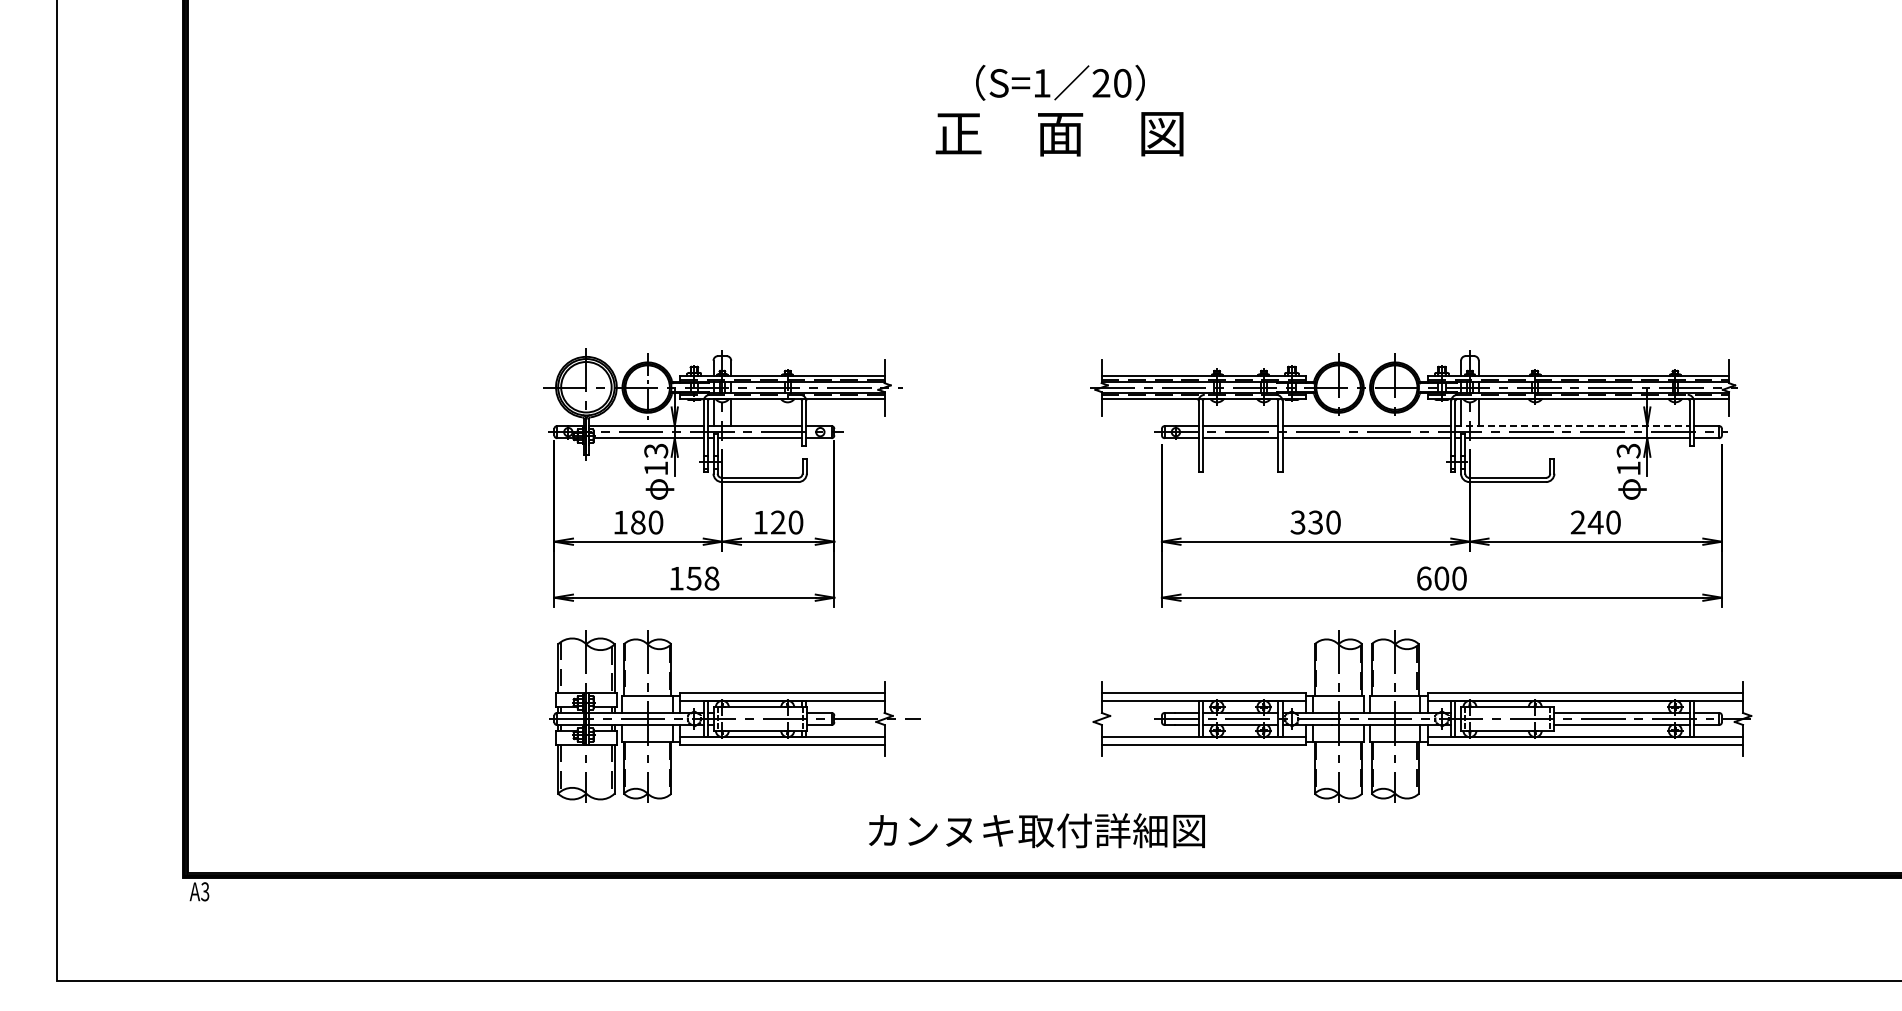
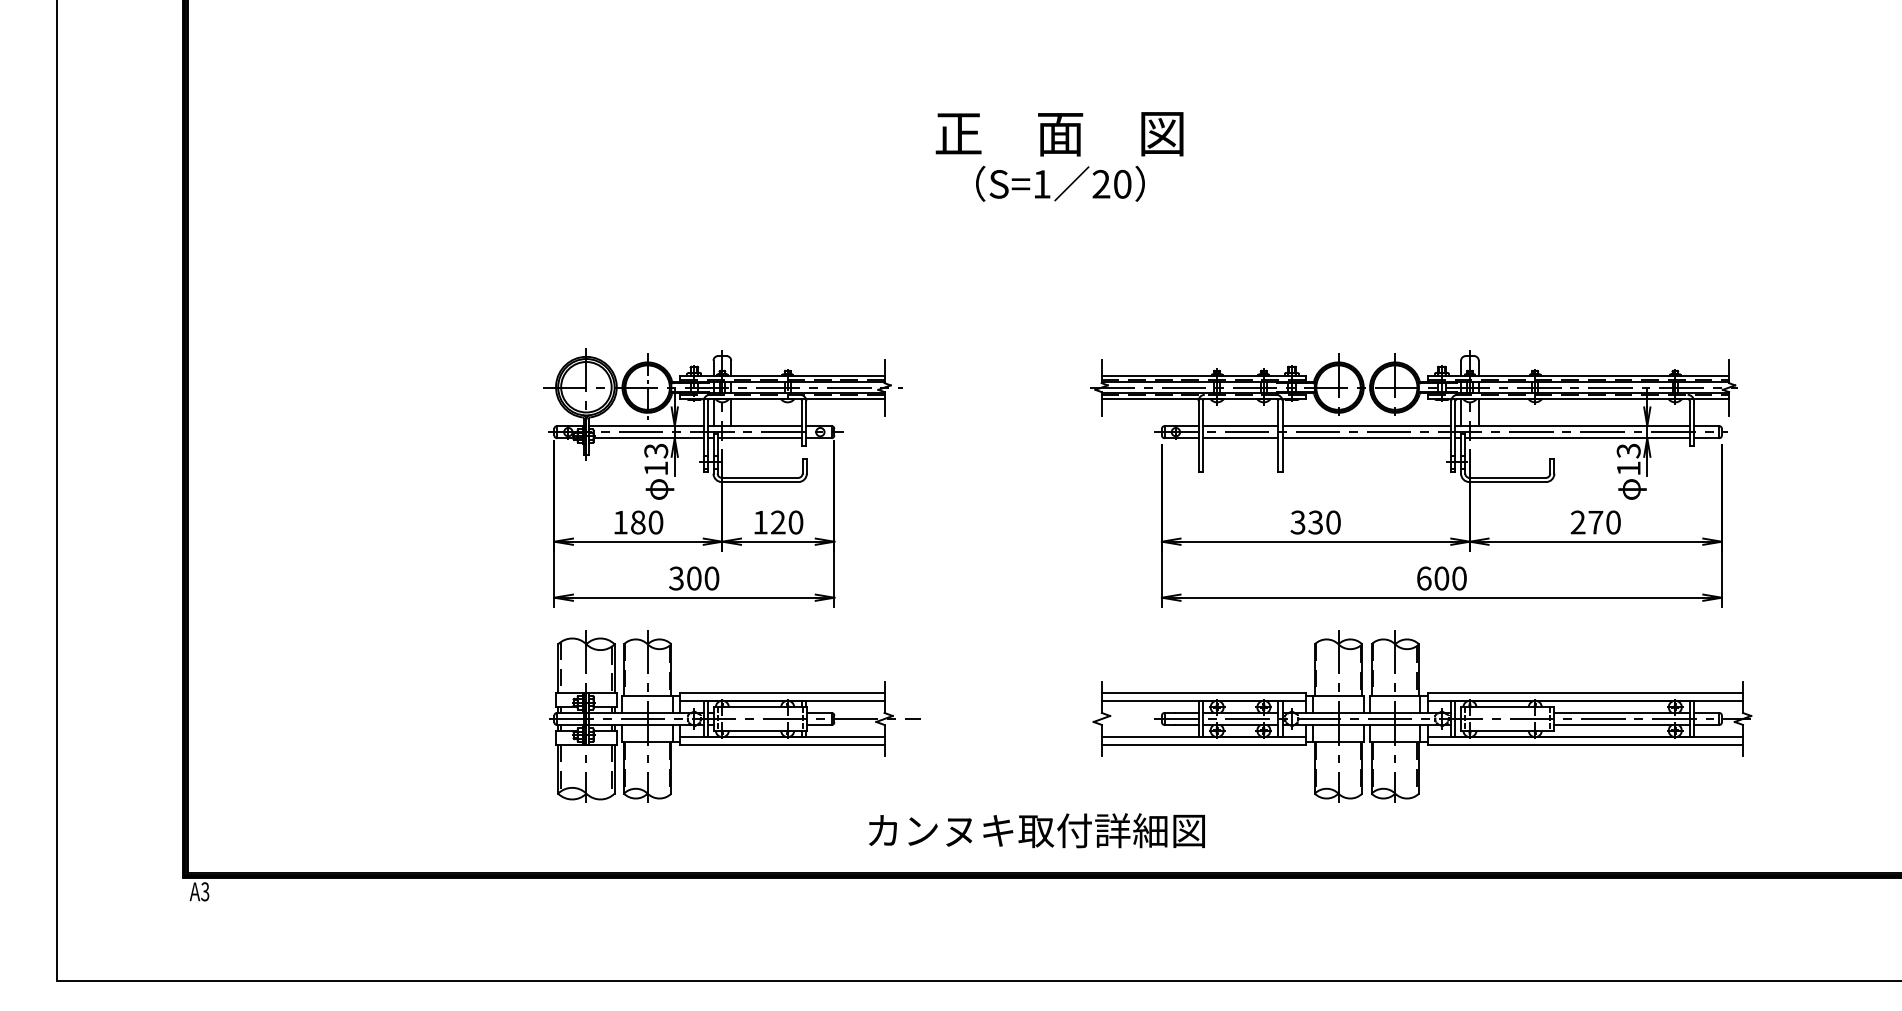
text at (1060, 82) position: (1060, 82) -> (1060, 183)
line at (1573, 426): dashed -> solid
text at (1595, 522): 240 -> 270
text at (694, 578): 158 -> 300
